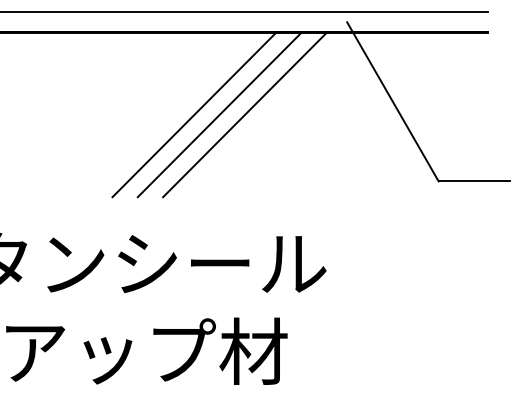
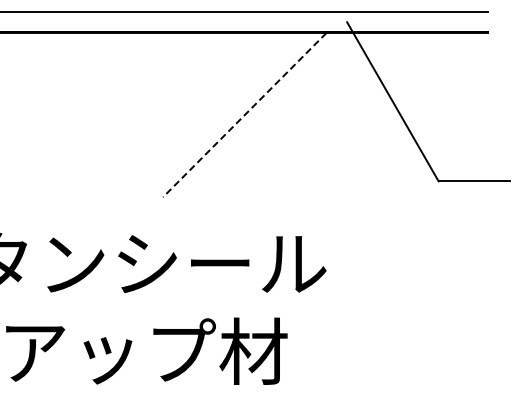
line at (193, 115): present -> none
line at (219, 115): present -> none
line at (244, 115): solid -> dashed
